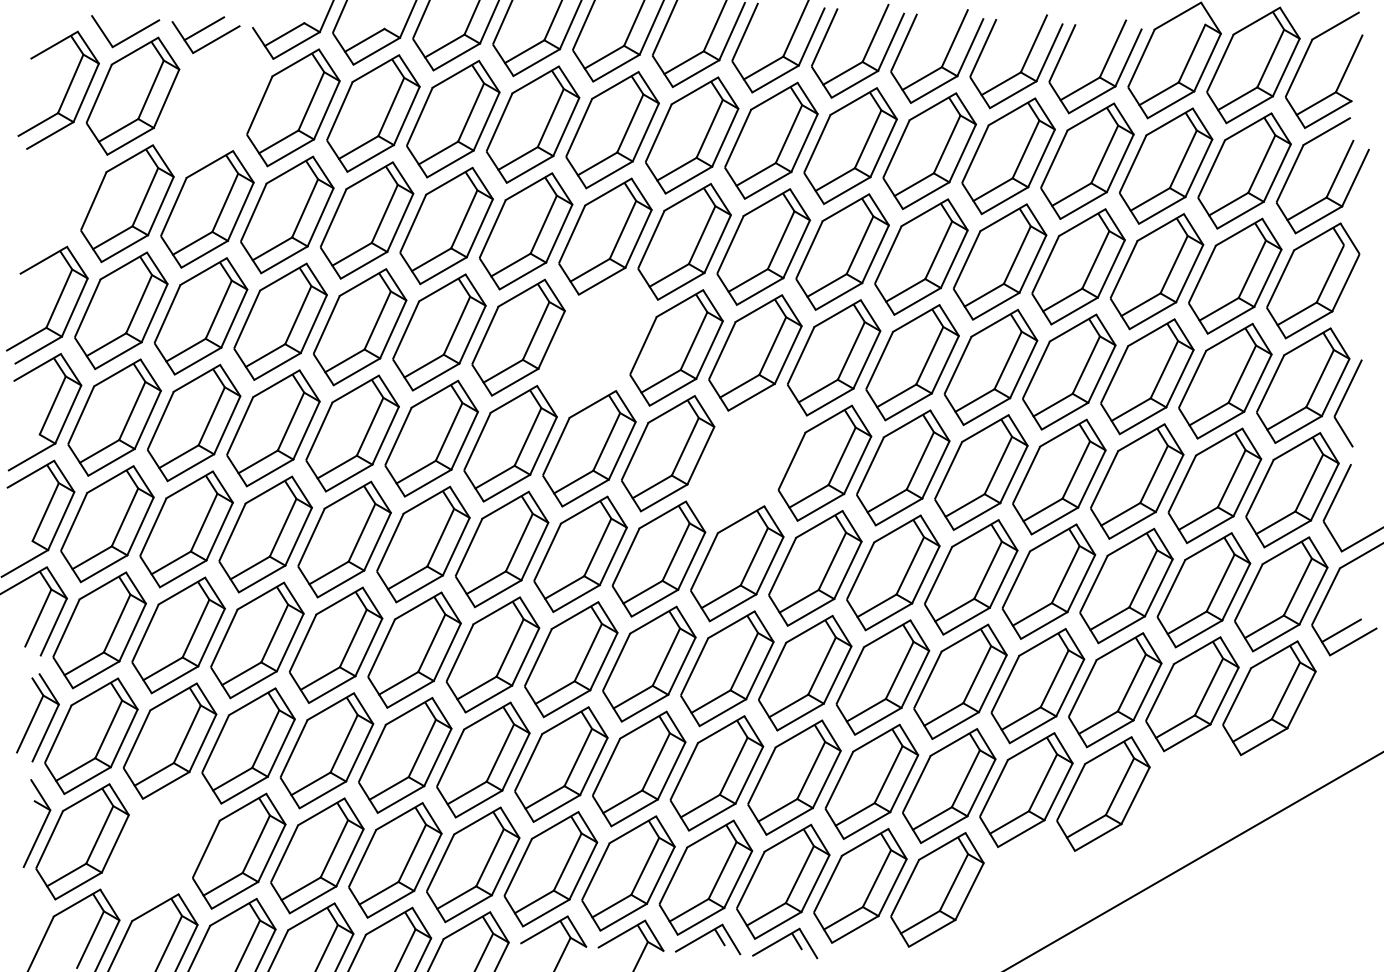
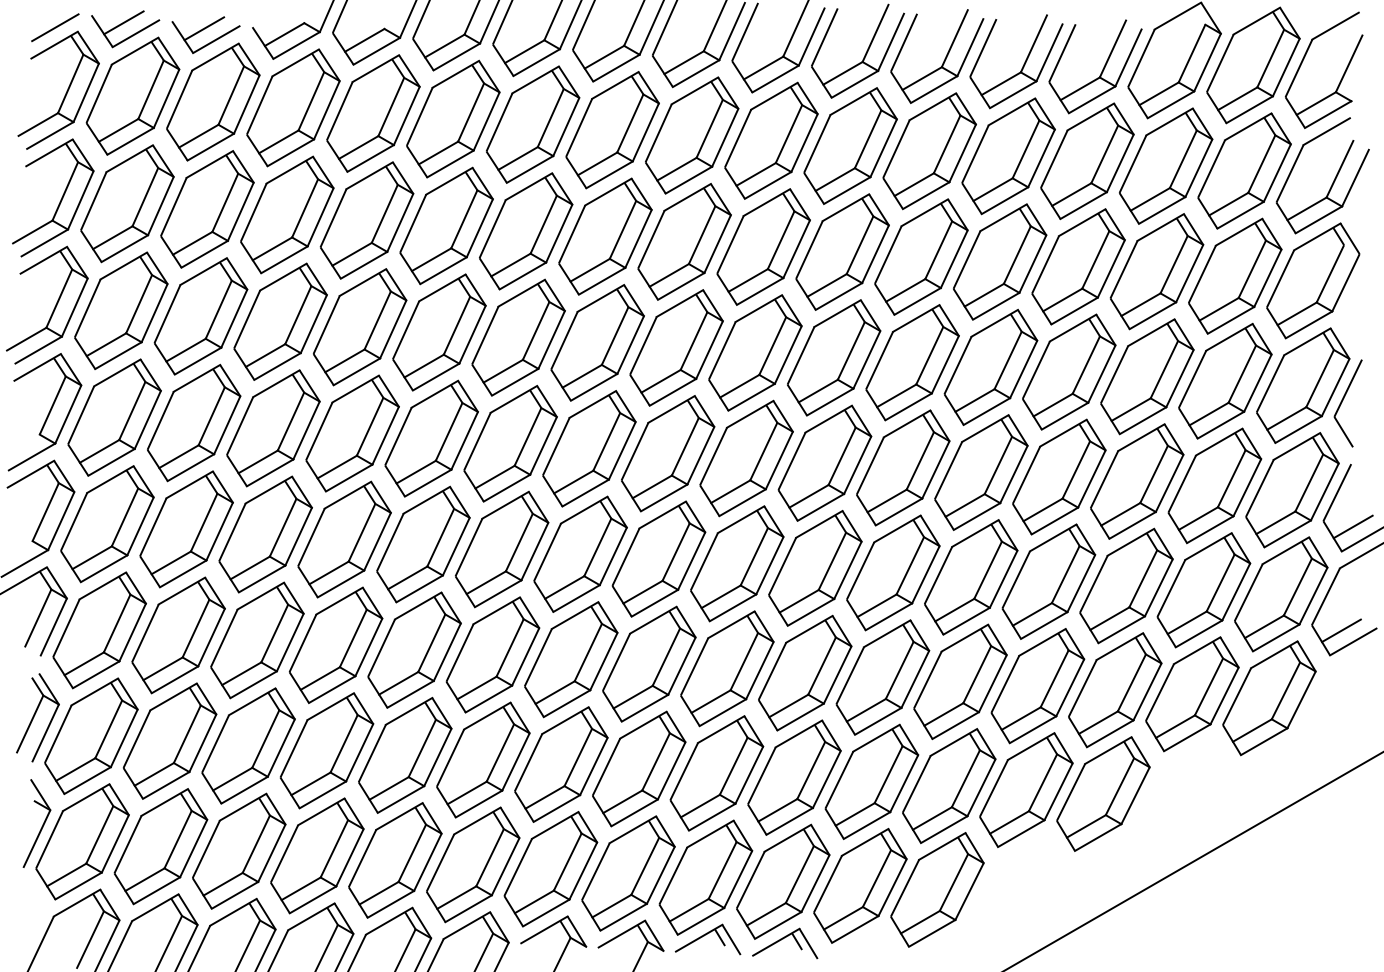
line at (123, 22): none -> present
line at (55, 27): none -> present
part at (213, 101): none -> present
part at (59, 201): none -> present
part at (597, 342): none -> present
part at (746, 458): none -> present
line at (1352, 526): none -> present
part at (160, 846): none -> present
